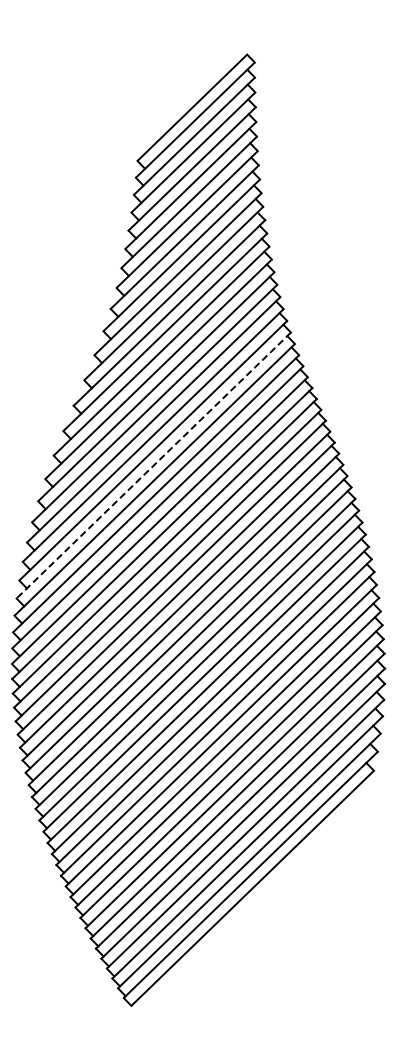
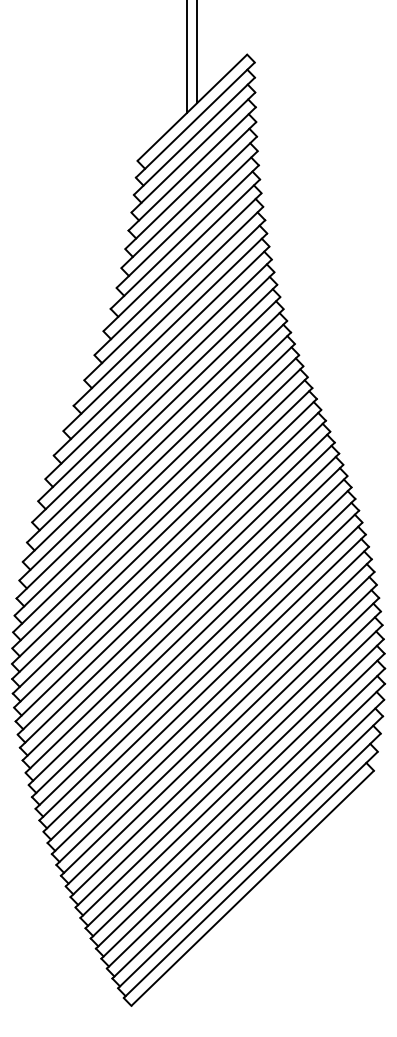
line at (197, 52): none -> present
line at (187, 57): none -> present
line at (153, 465): dashed -> solid
